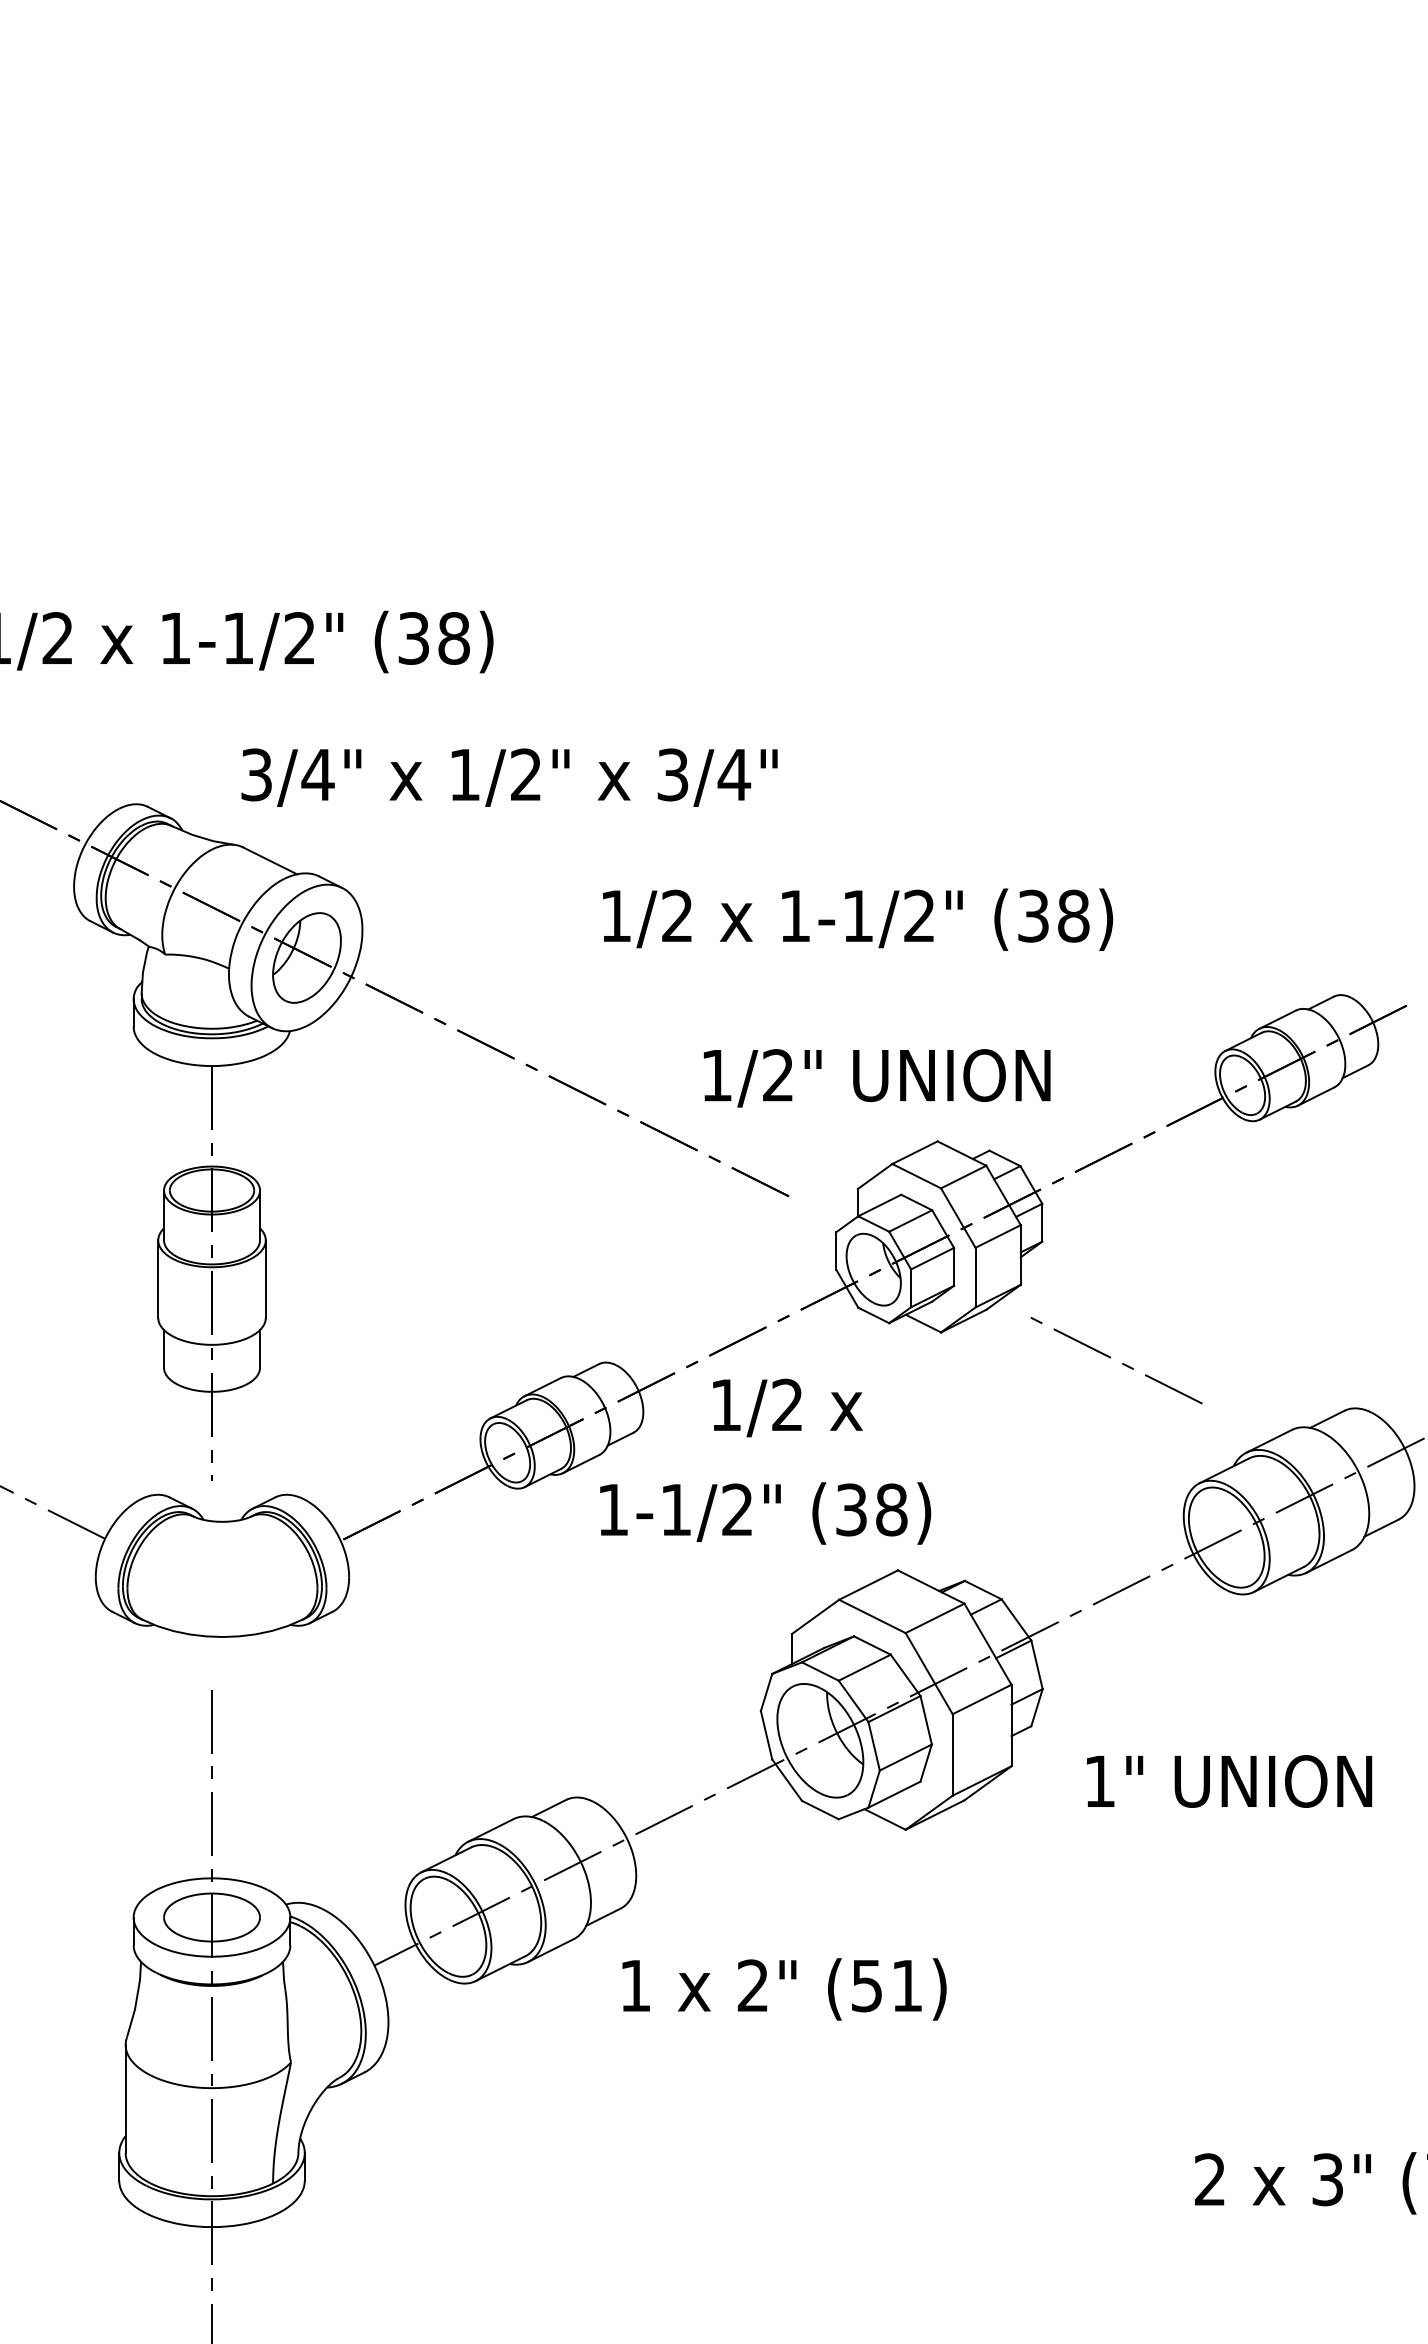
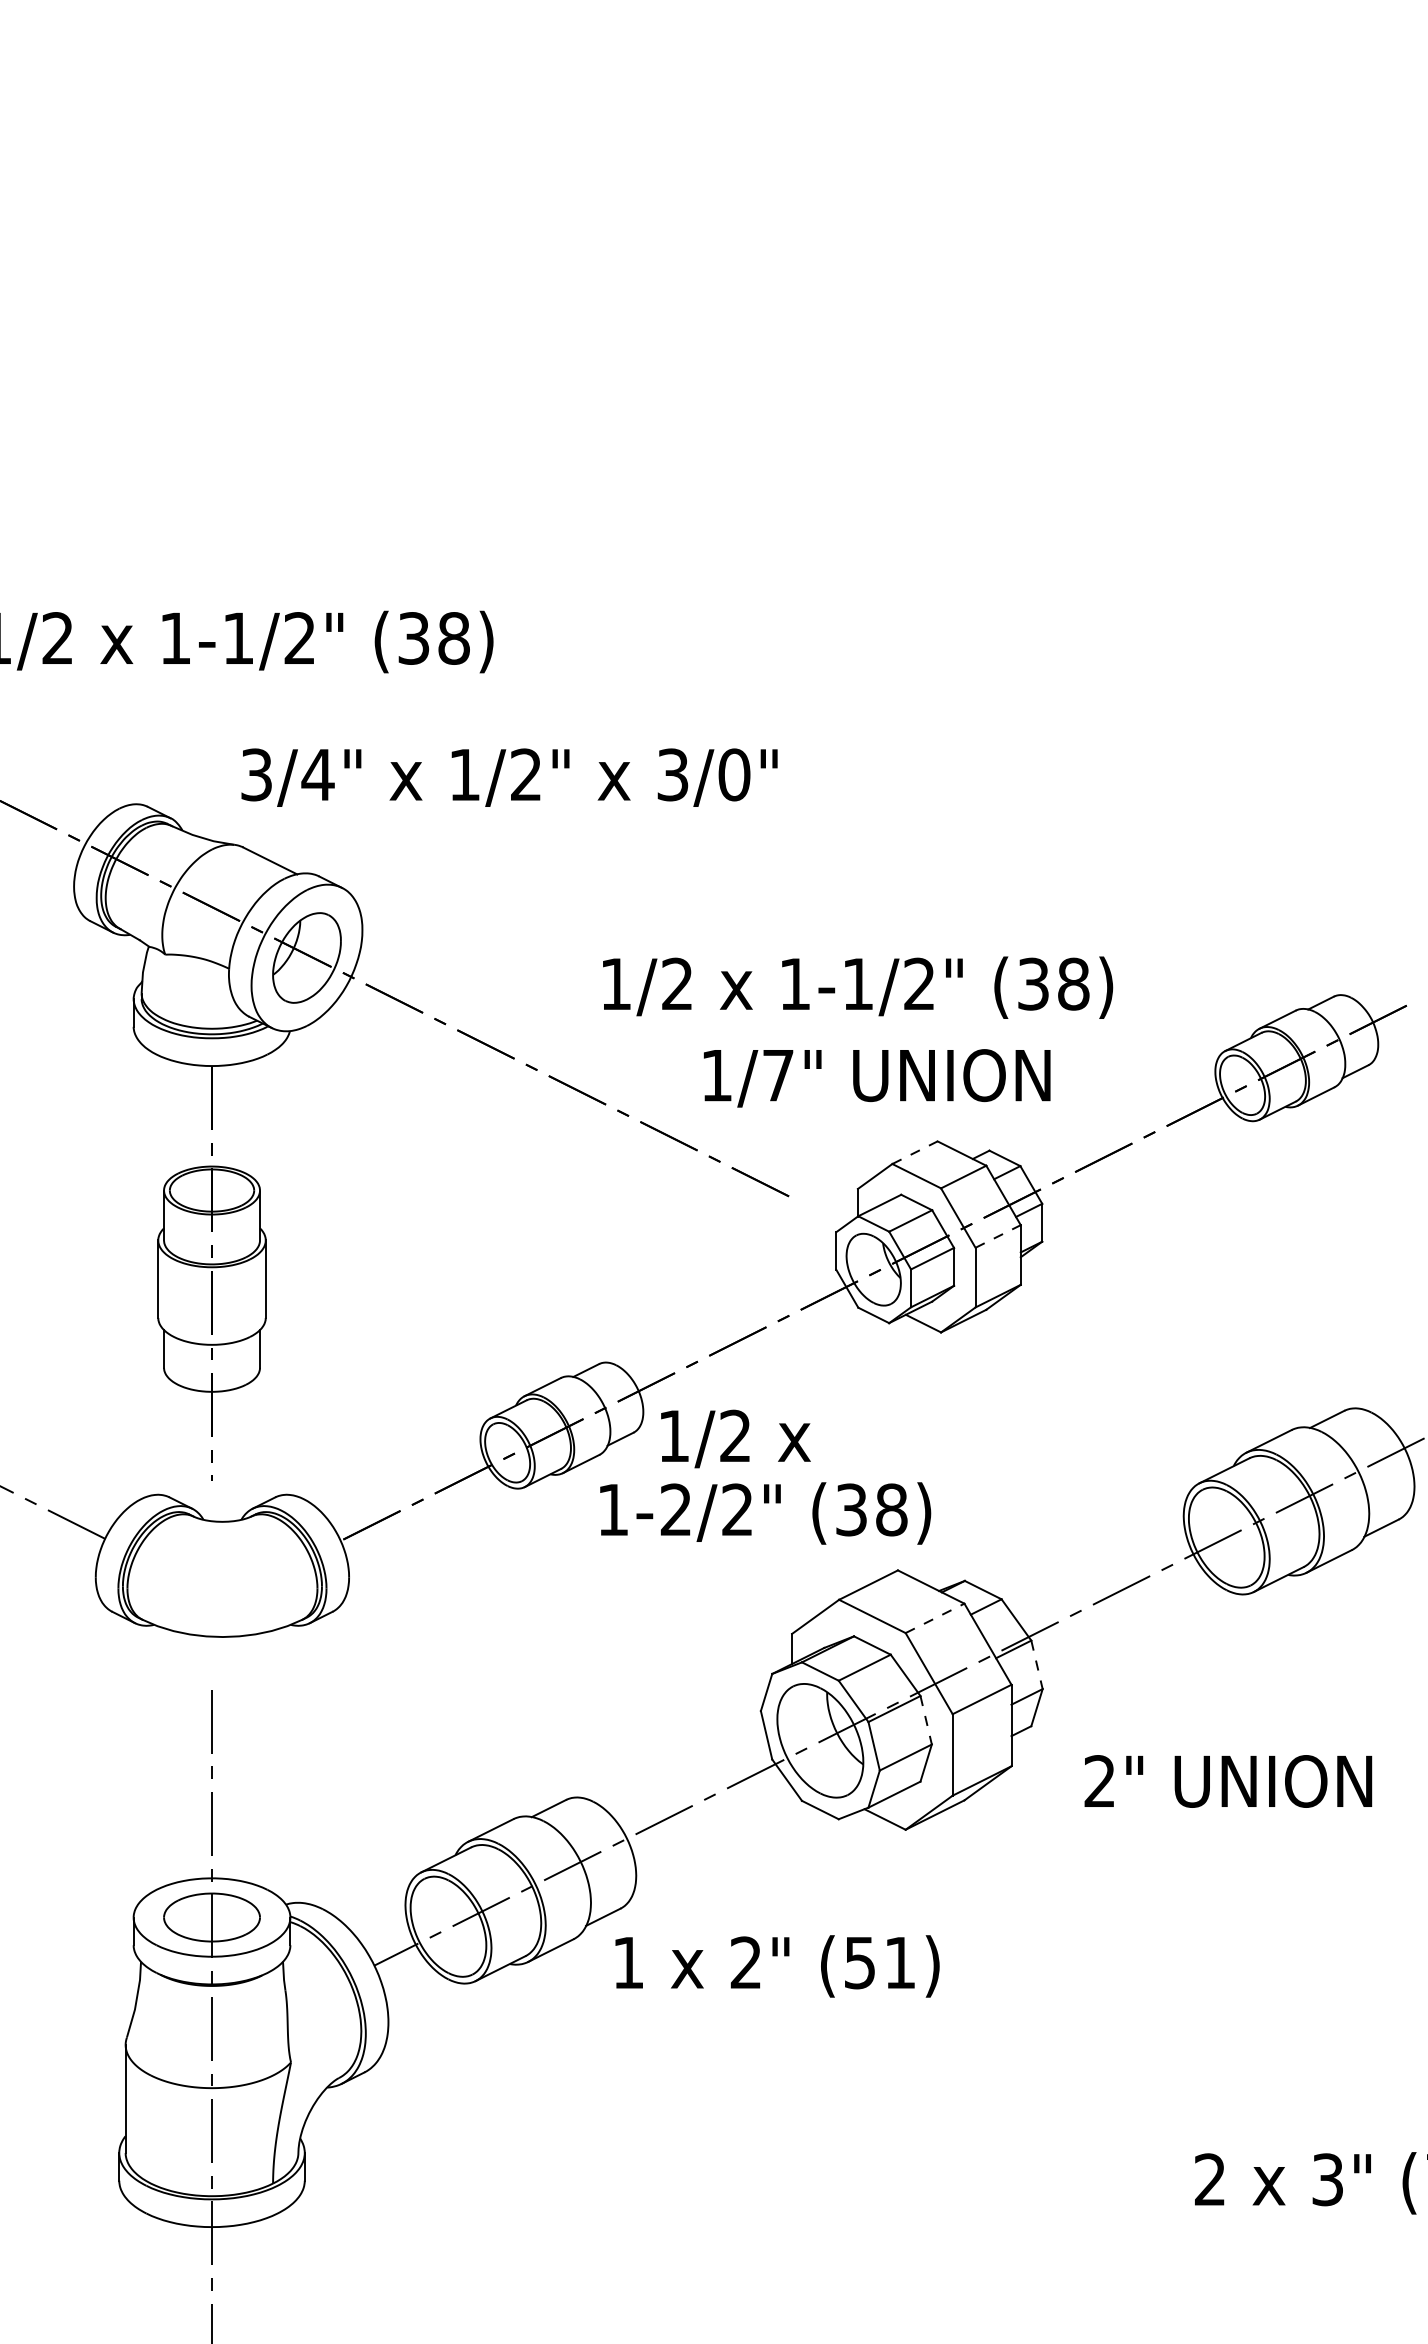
text at (734, 774): 3/4" -> 3/0"
text at (858, 919) position: (858, 919) -> (858, 987)
text at (778, 1075): 1/2" -> 1/7"
line at (915, 1152): solid -> dashed
line at (998, 1236): solid -> dashed
line at (1110, 1358): present -> none
text at (787, 1407) position: (787, 1407) -> (735, 1438)
text at (675, 1509): 1-1/2" -> 1-2/2"
line at (935, 1618): solid -> dashed
line at (1037, 1664): solid -> dashed
line at (926, 1720): solid -> dashed
text at (1099, 1780): 1" -> 2"
text at (784, 1989) position: (784, 1989) -> (777, 1966)
